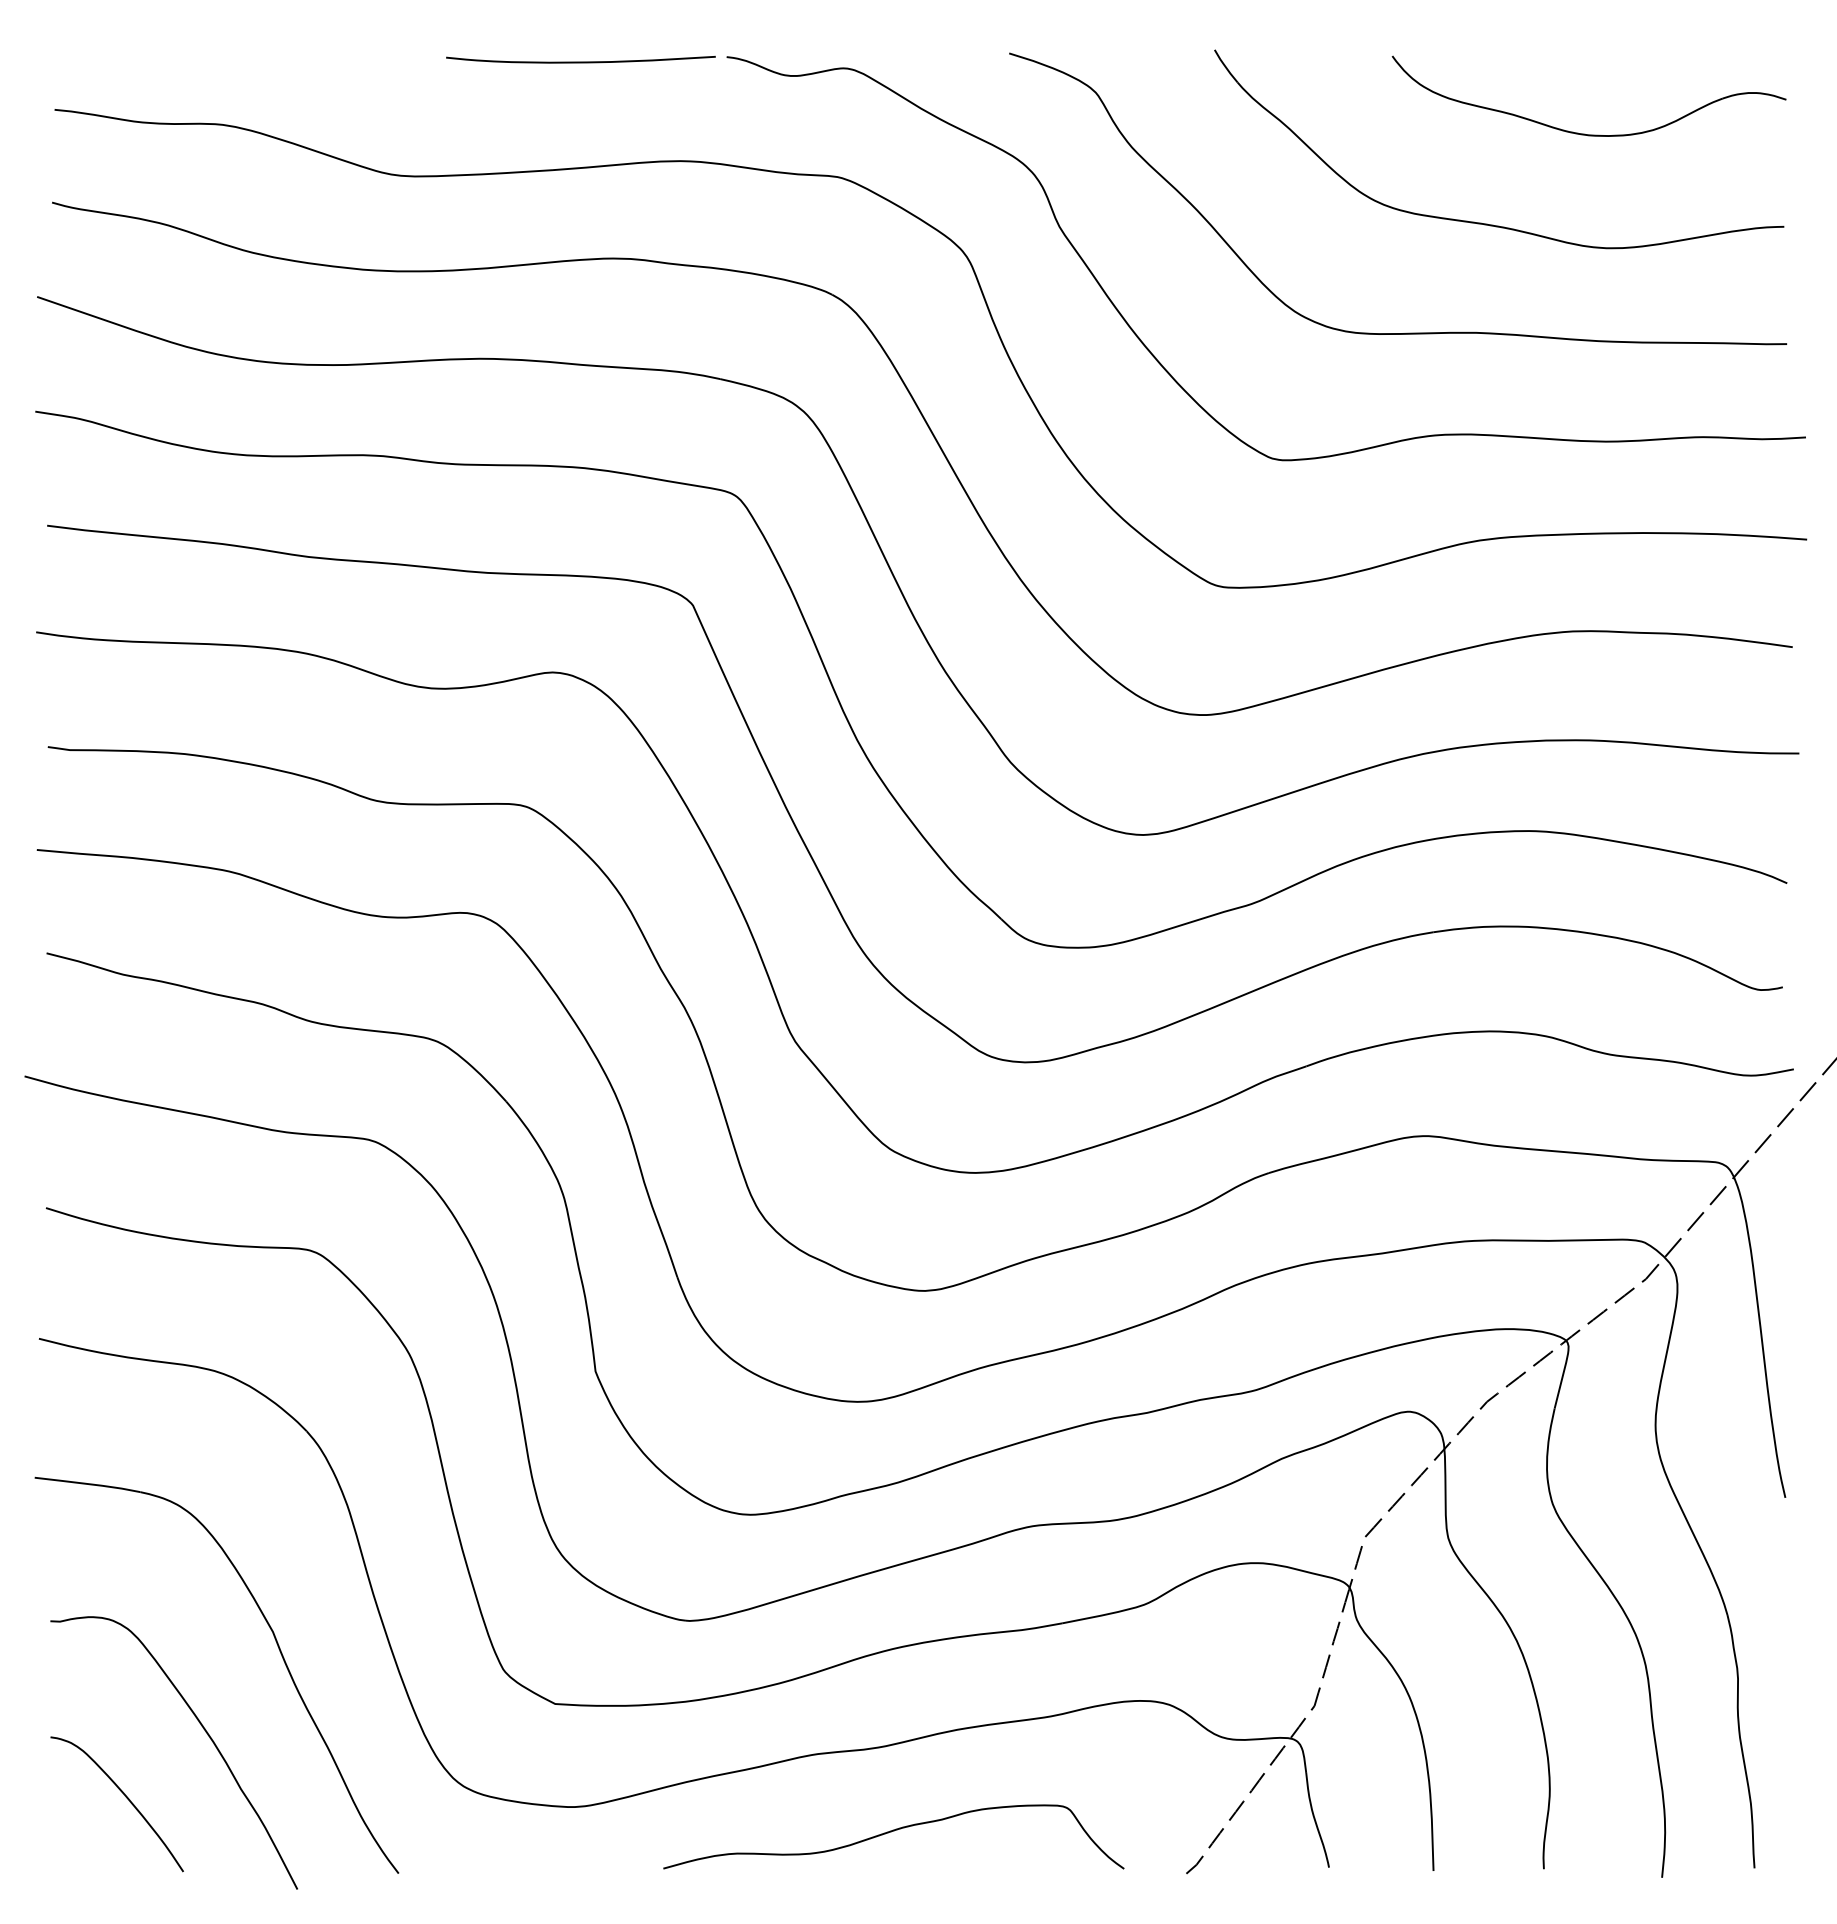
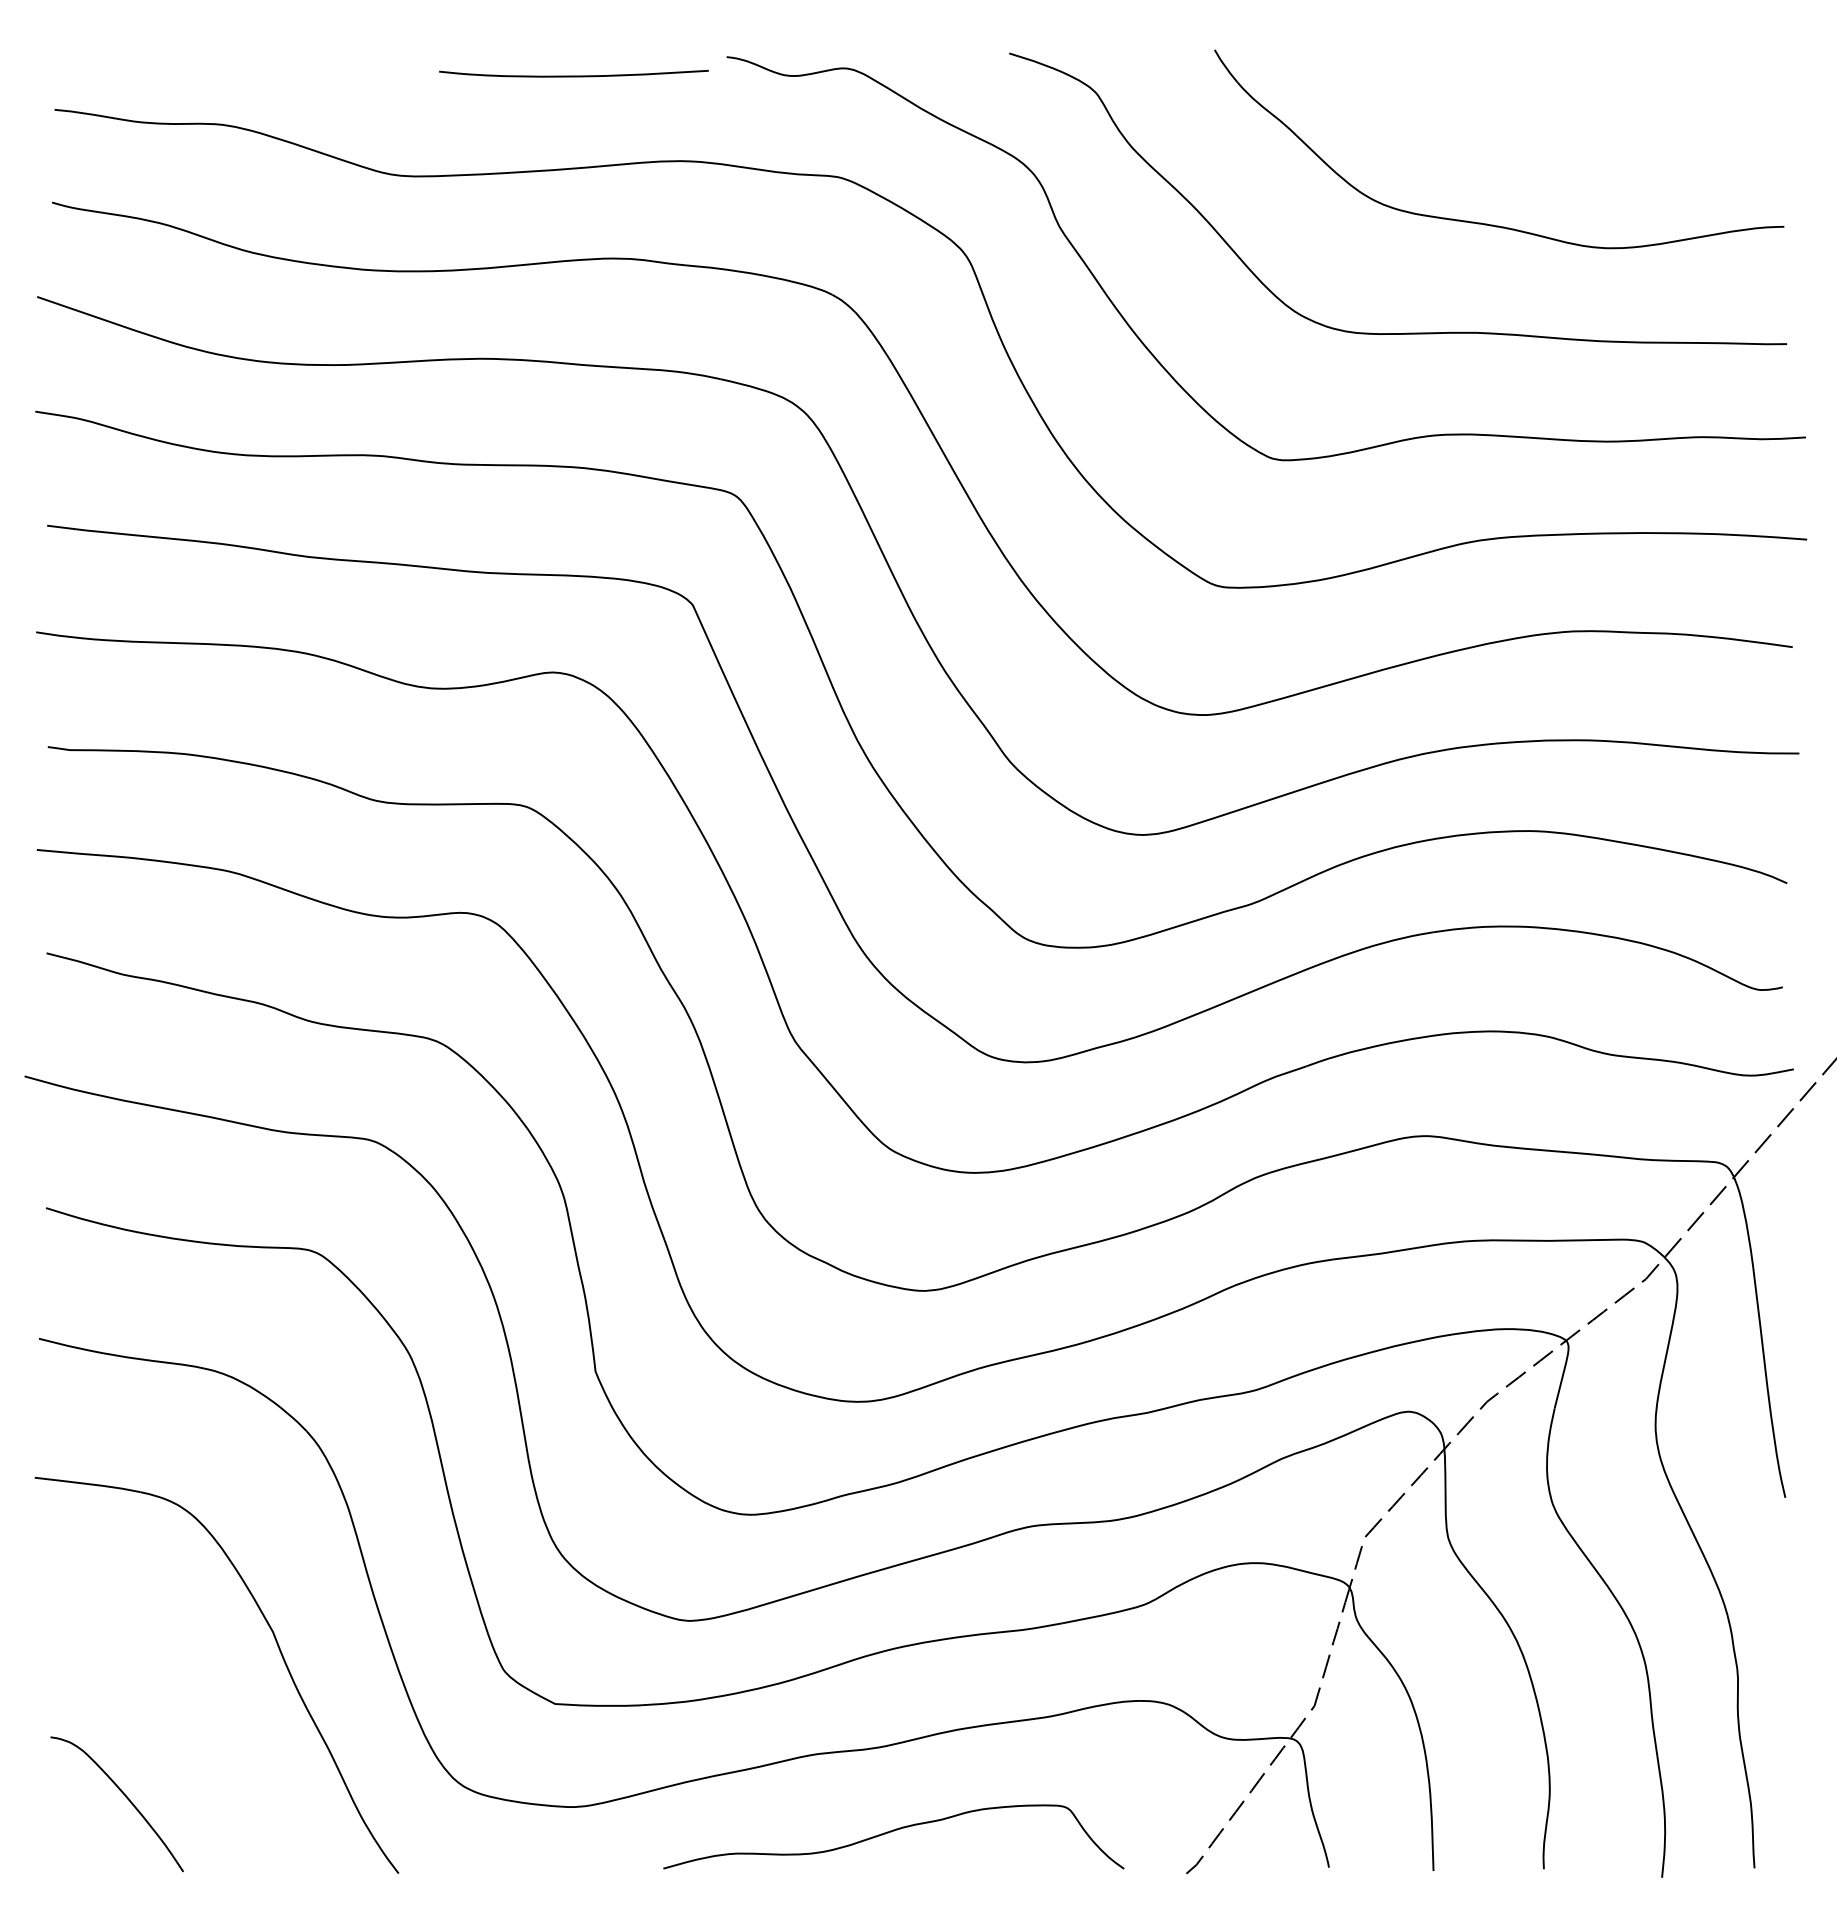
curve at (580, 61) position: (580, 61) -> (573, 75)
part at (1584, 133): present -> none
curve at (205, 1732): present -> none
